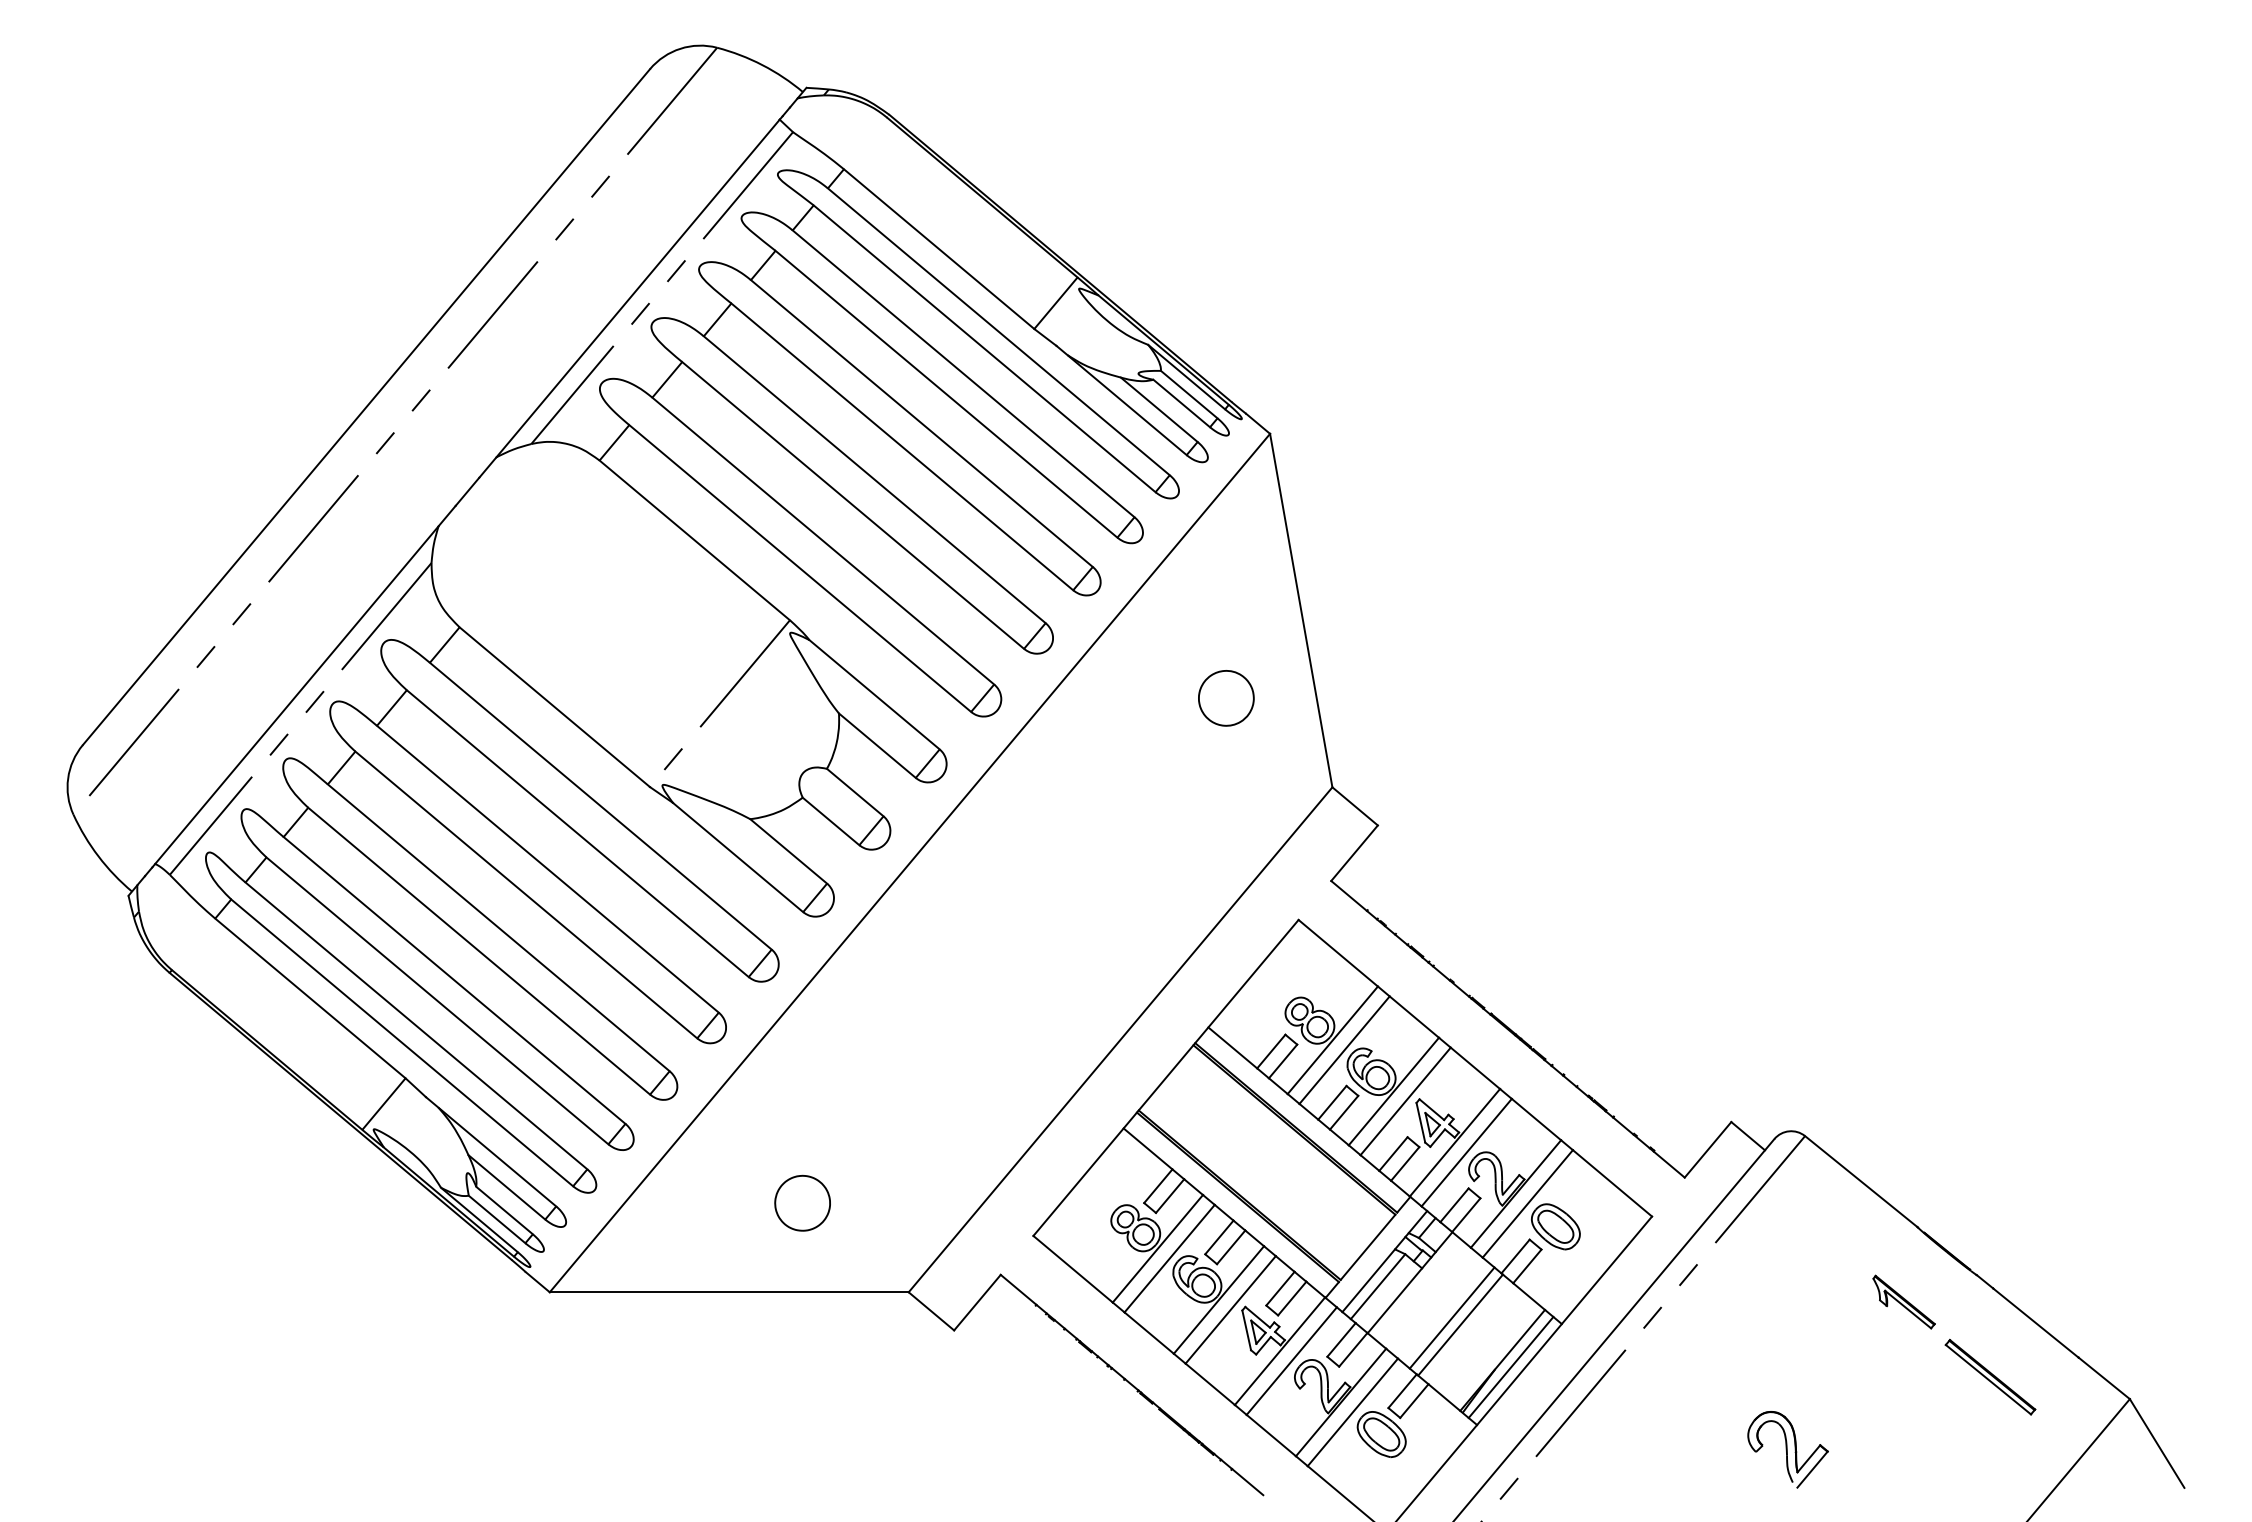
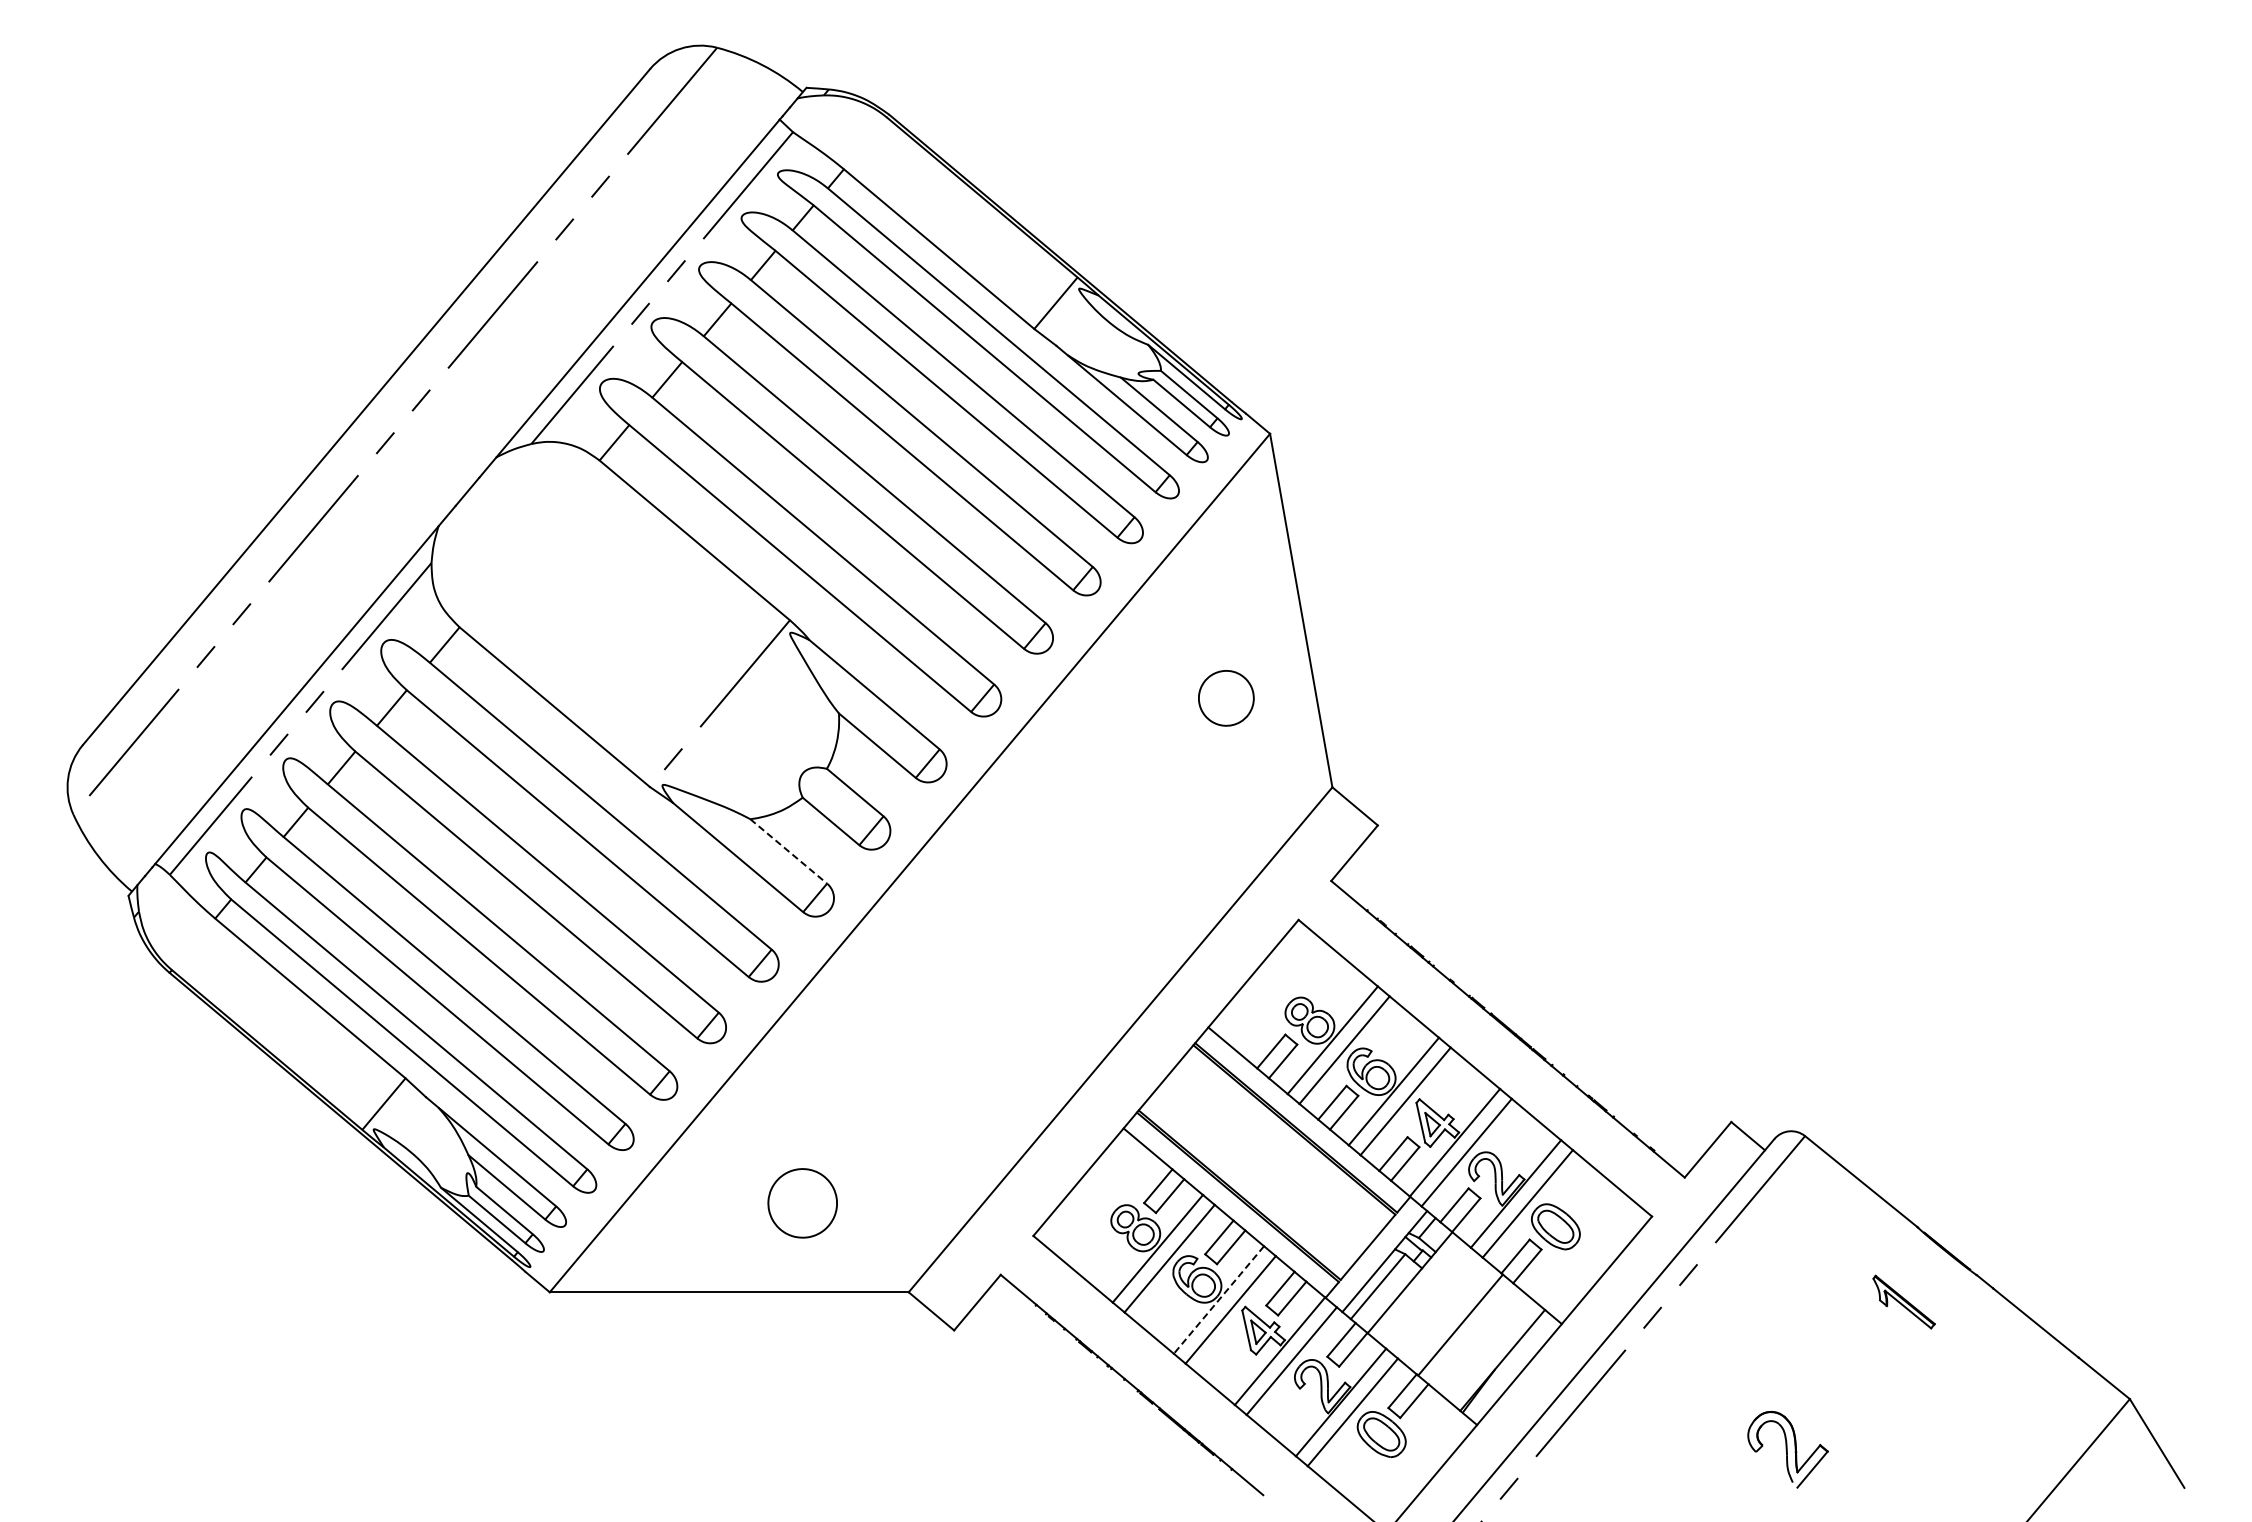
line at (789, 851): solid -> dashed
part at (802, 1202) size: 57x58 px -> 71x71 px
line at (1218, 1300): solid -> dashed
line at (1451, 1317): present -> none
line at (1510, 1366): present -> none
part at (1990, 1376): present -> none
